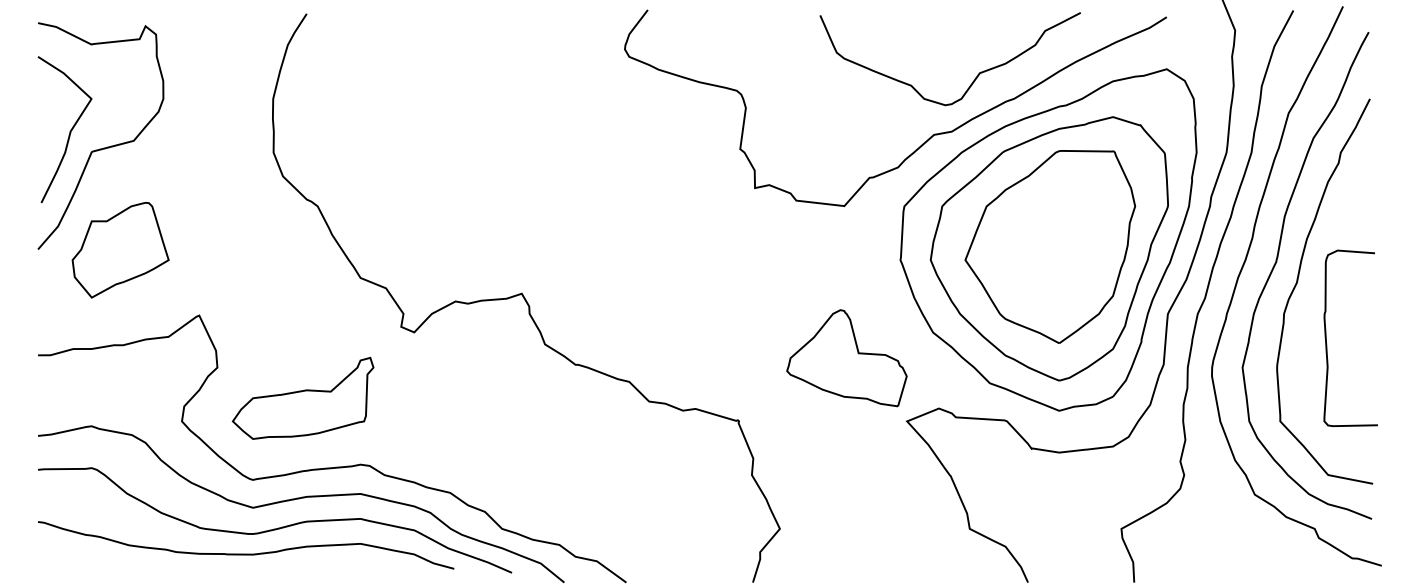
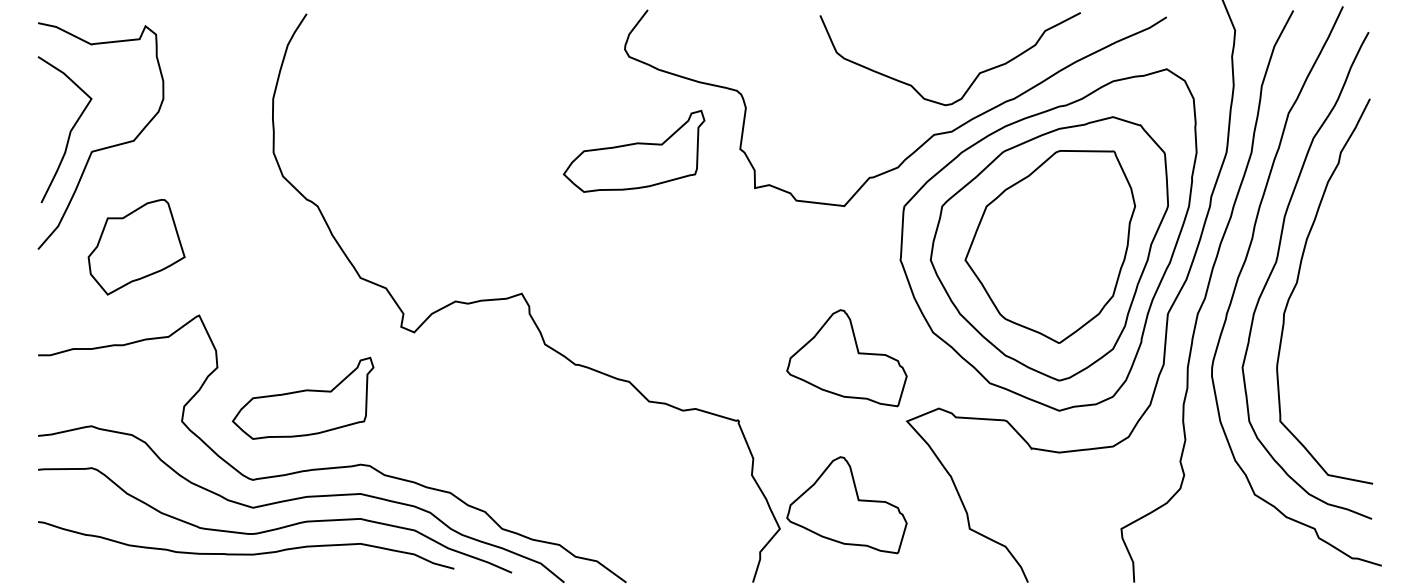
part at (633, 150): none -> present
part at (120, 250) position: (120, 250) -> (136, 247)
curve at (1326, 337): present -> none
part at (846, 505): none -> present
